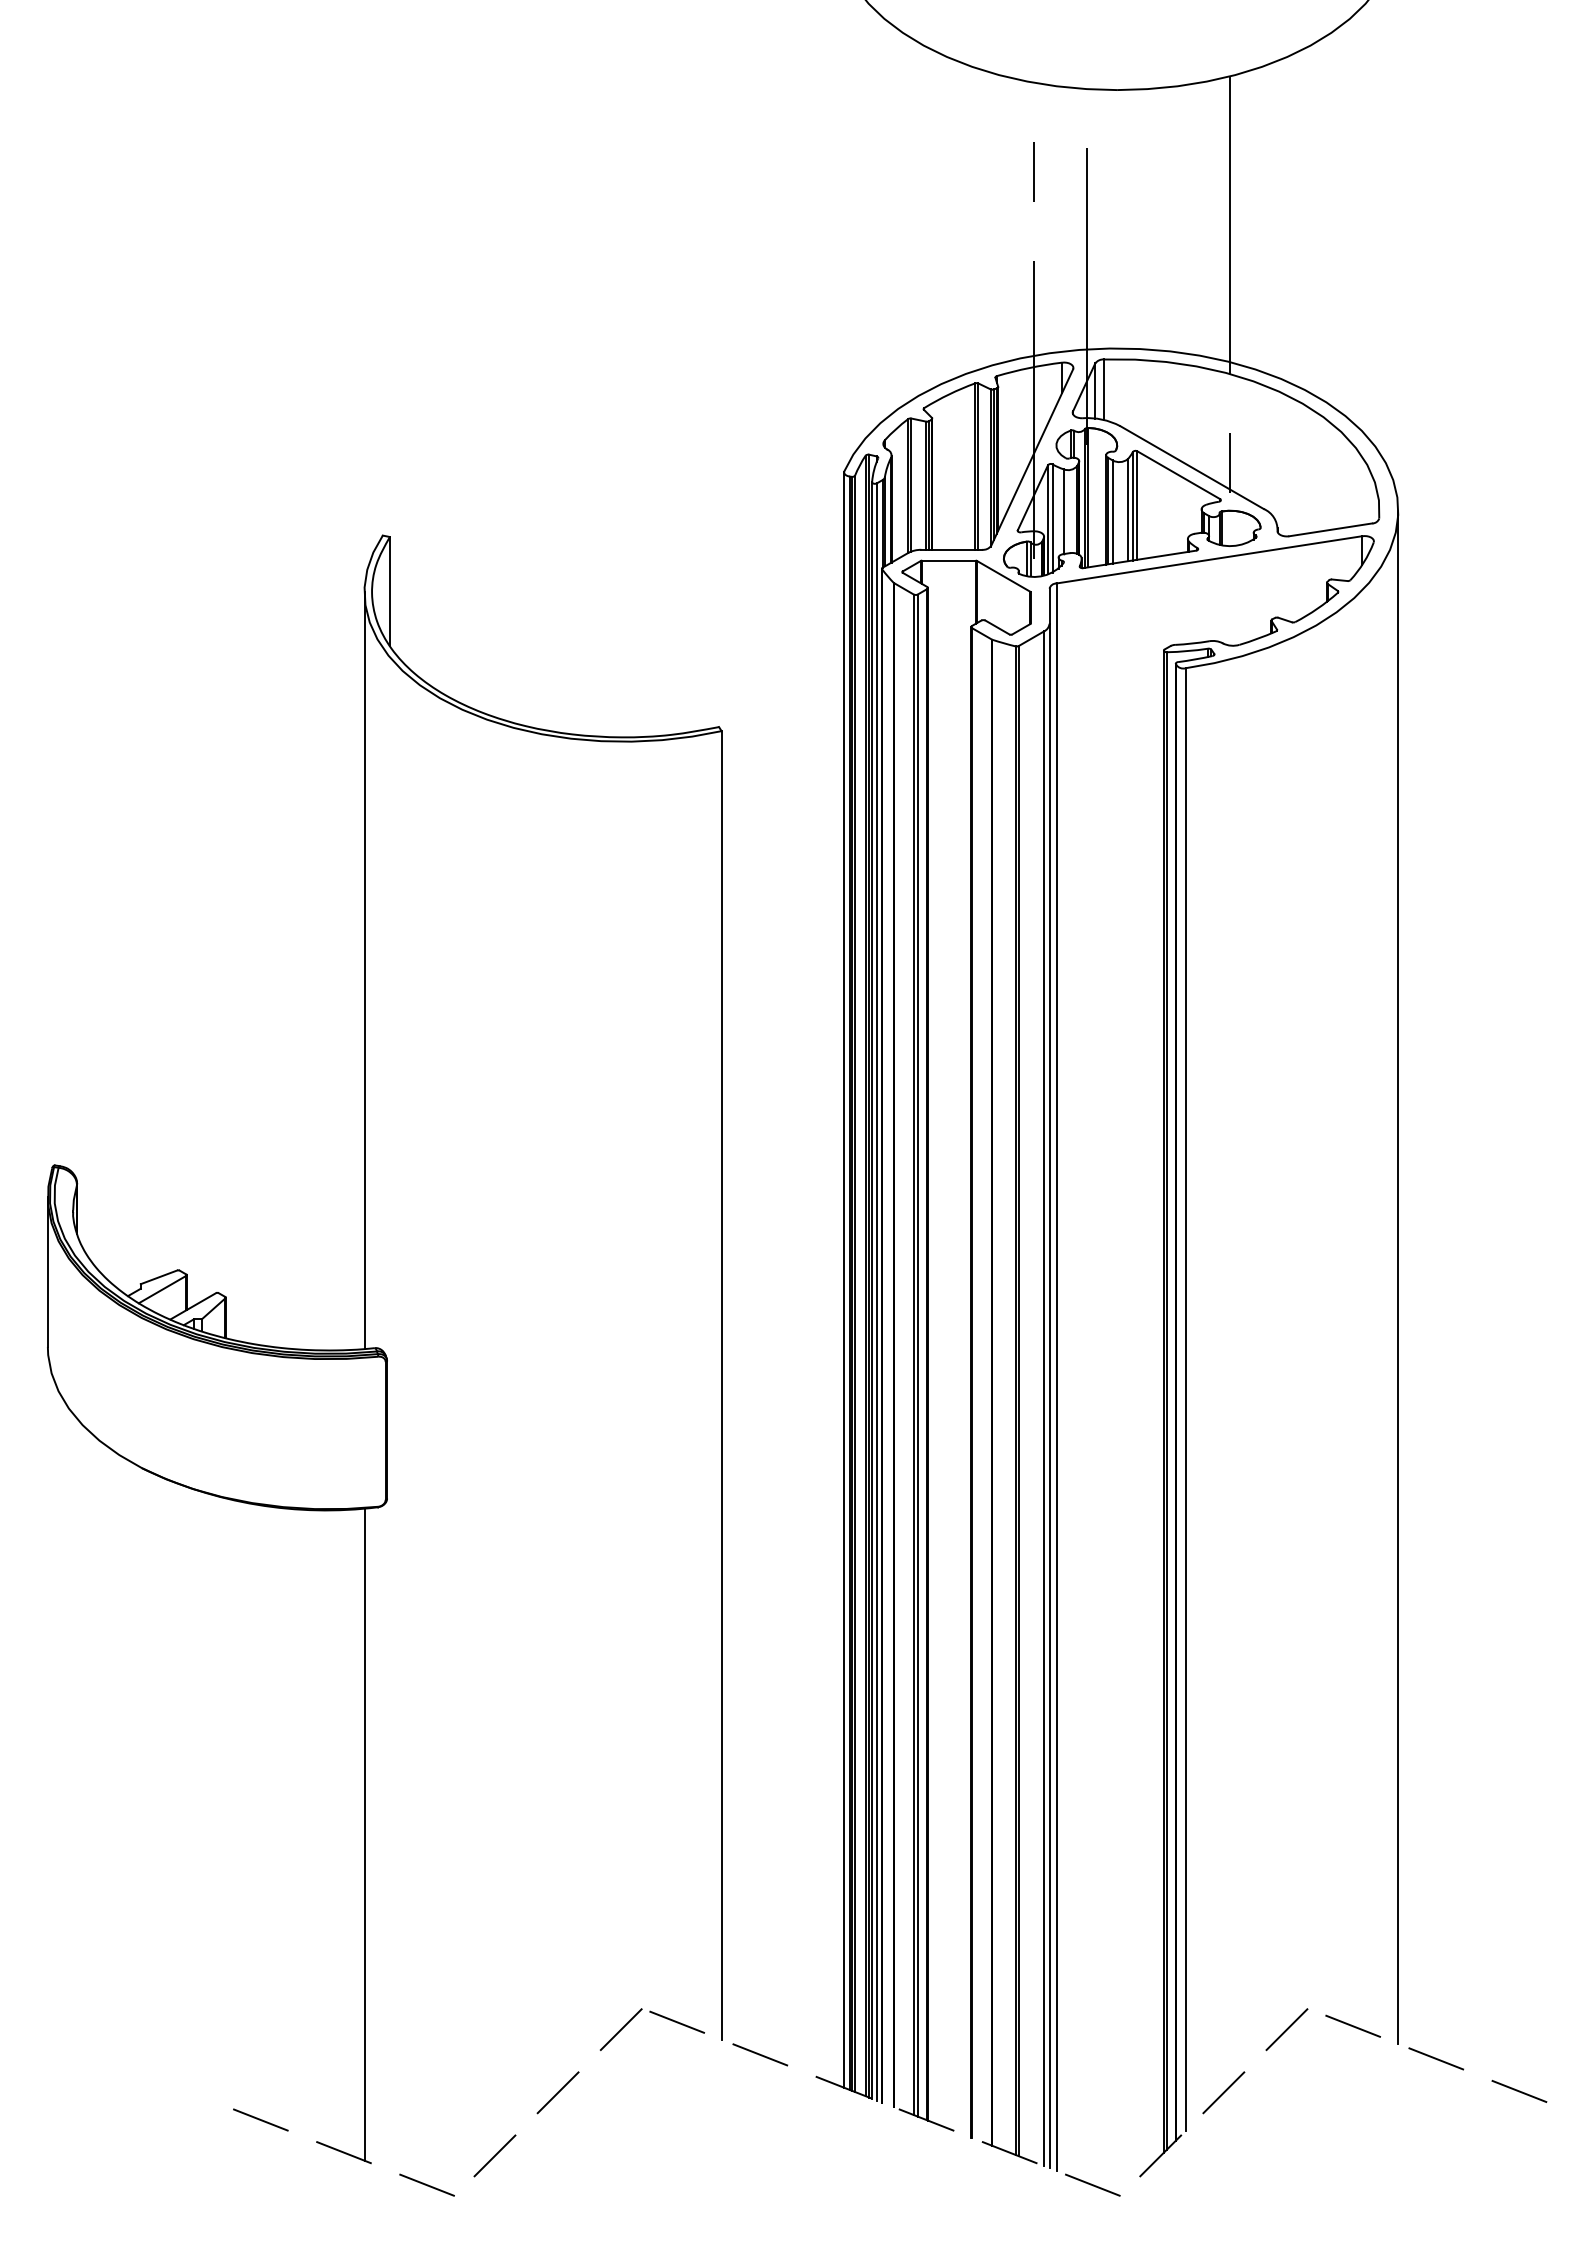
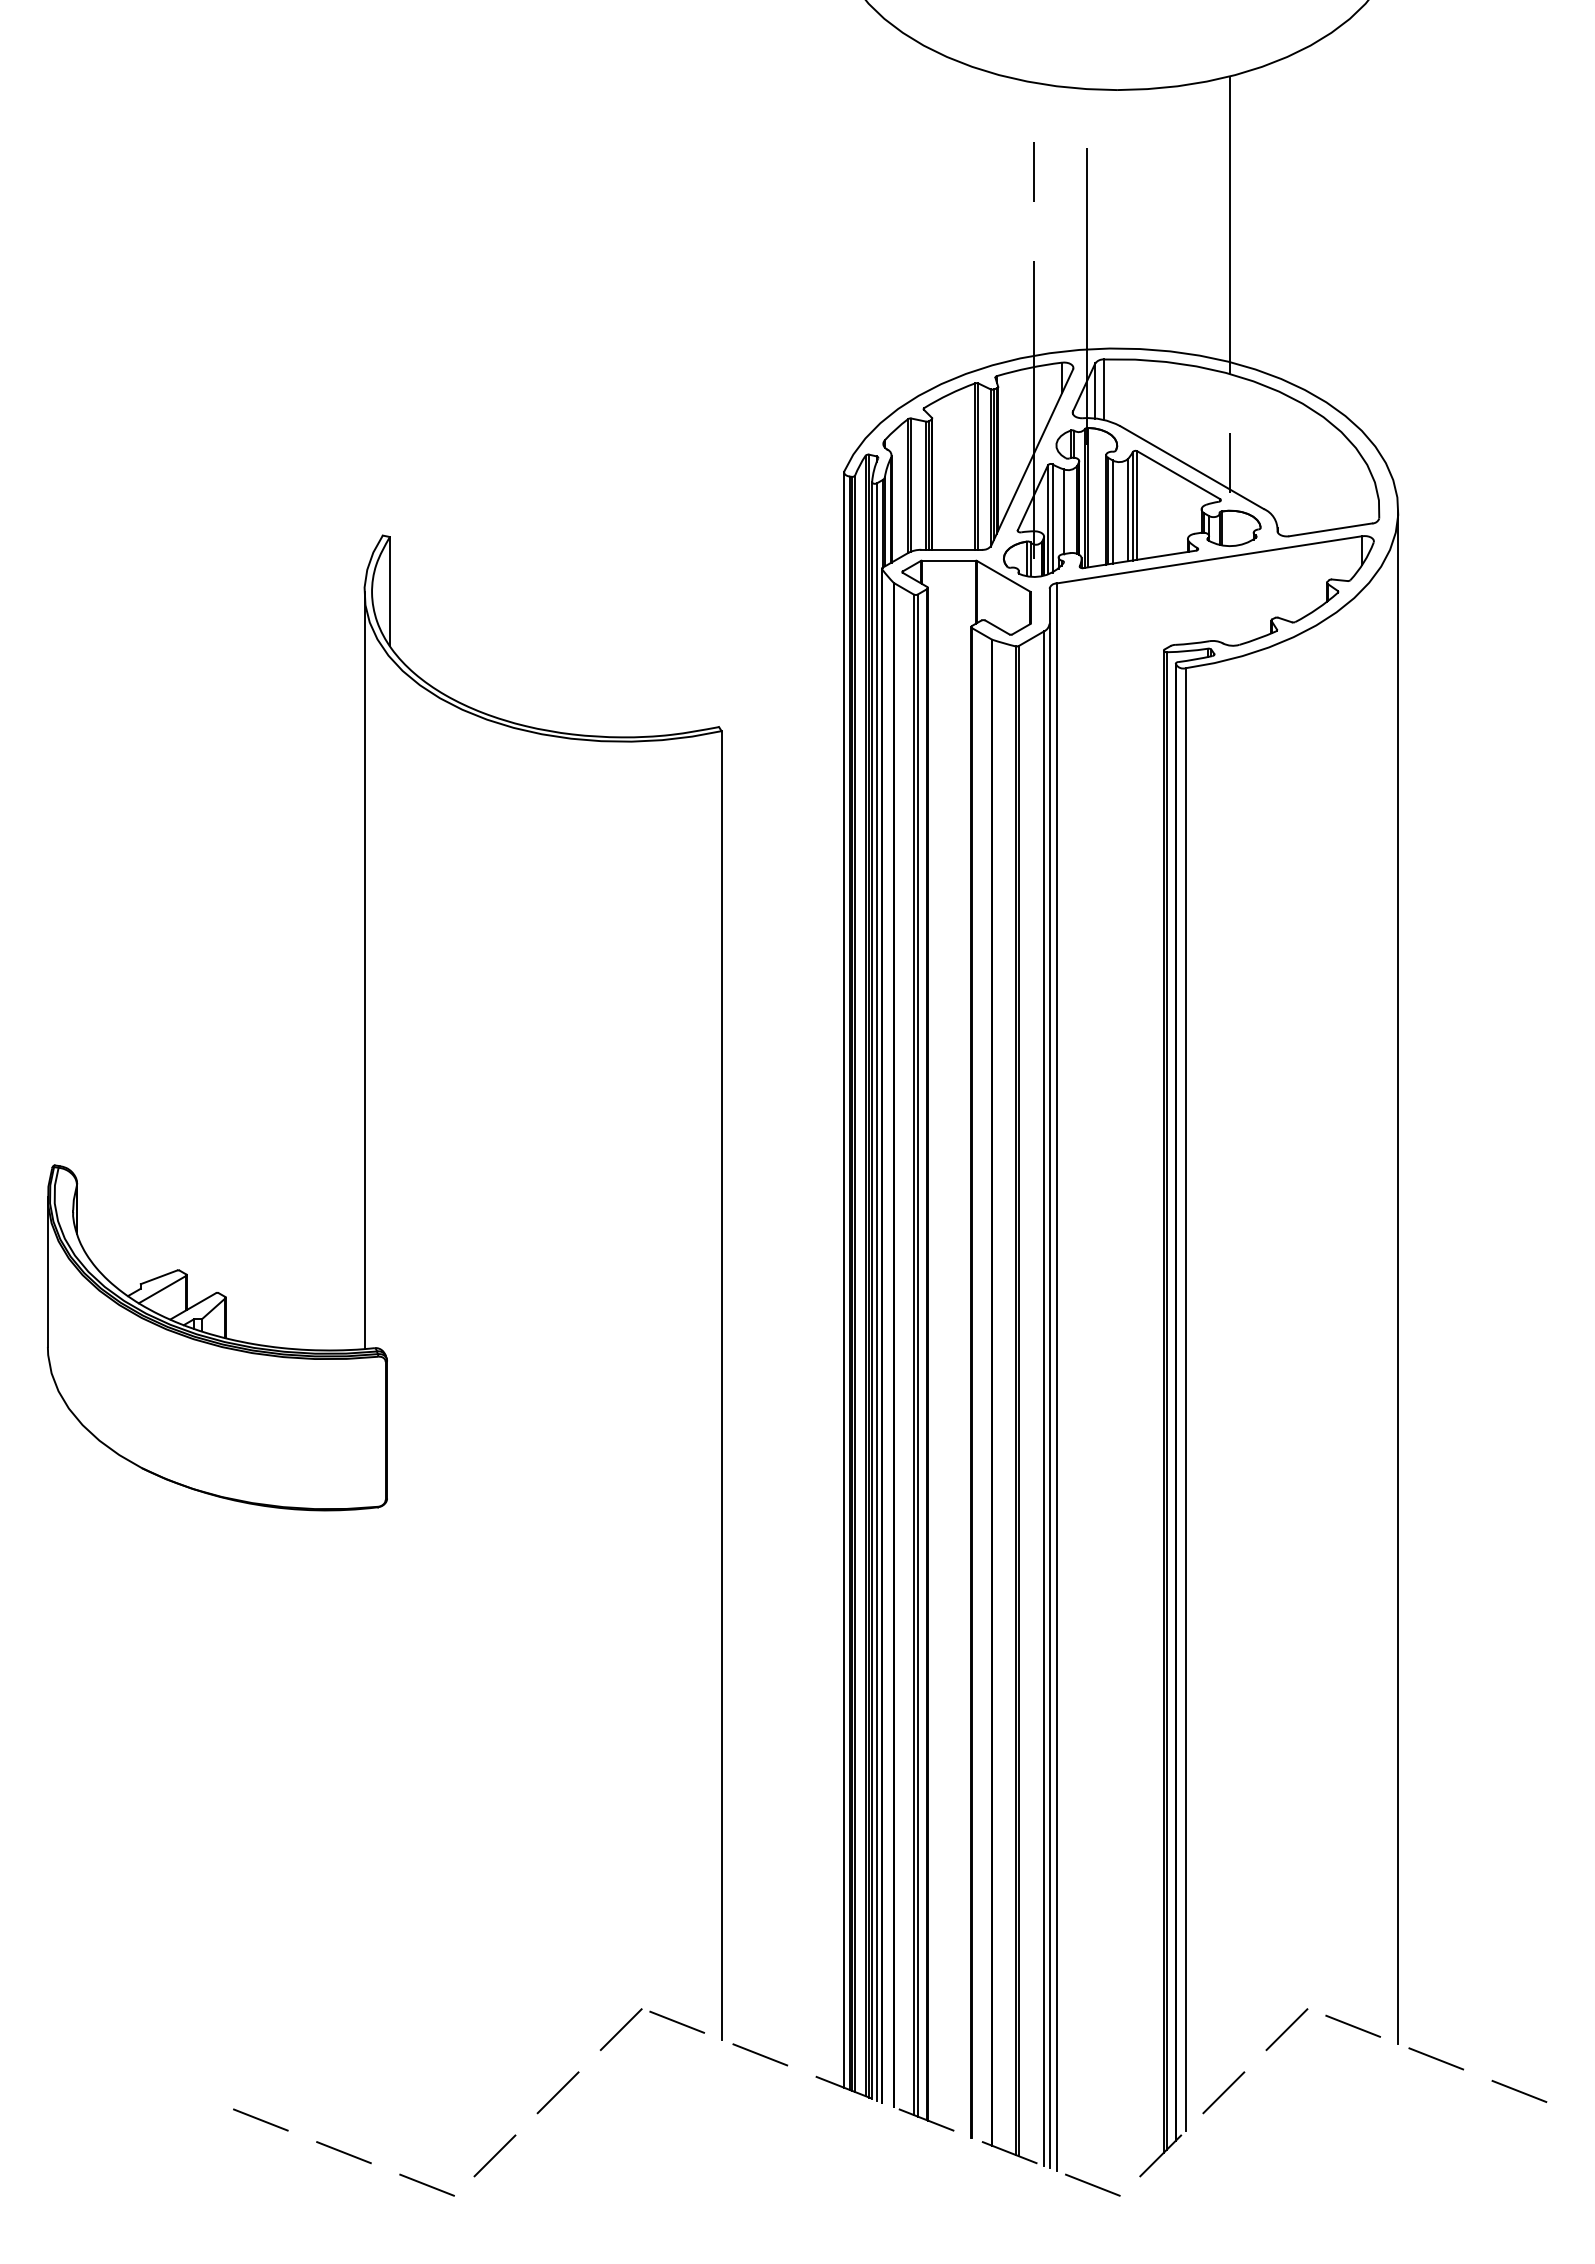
line at (364, 1834): present -> none
